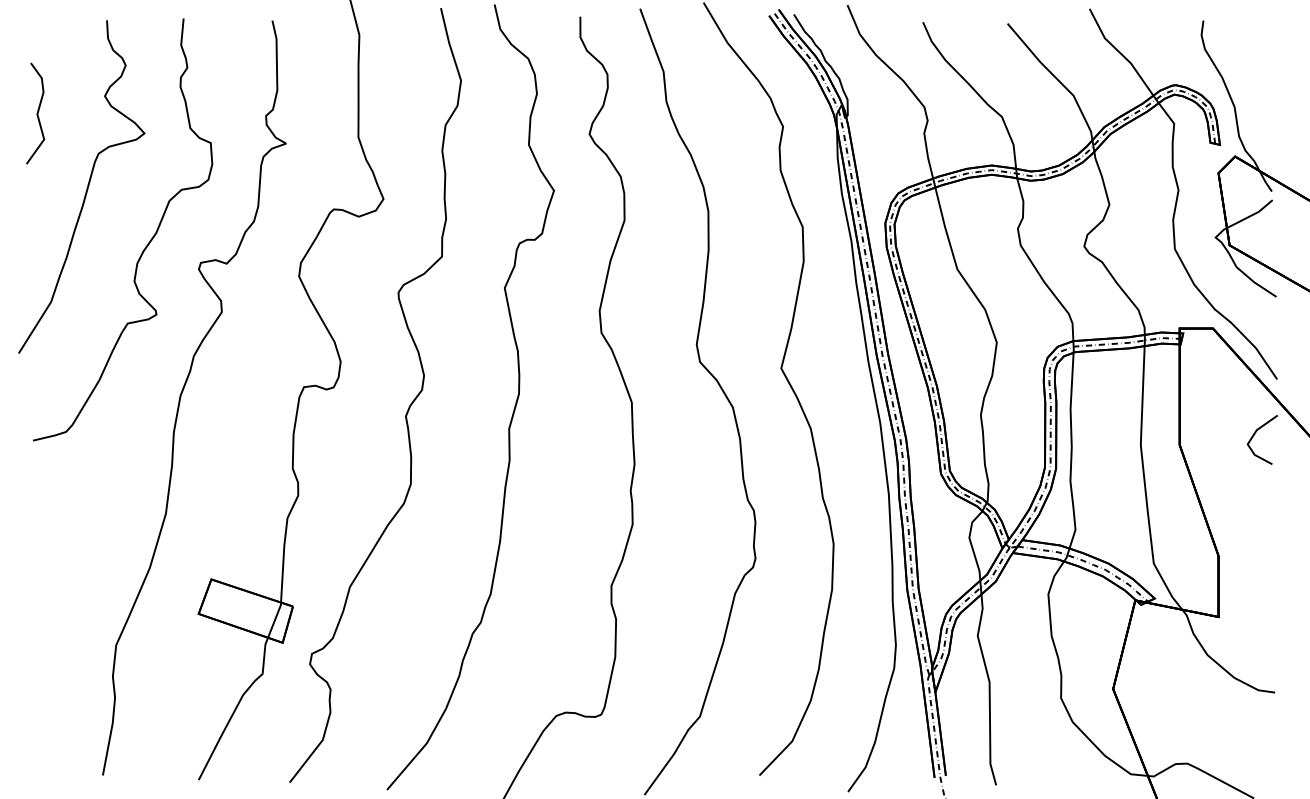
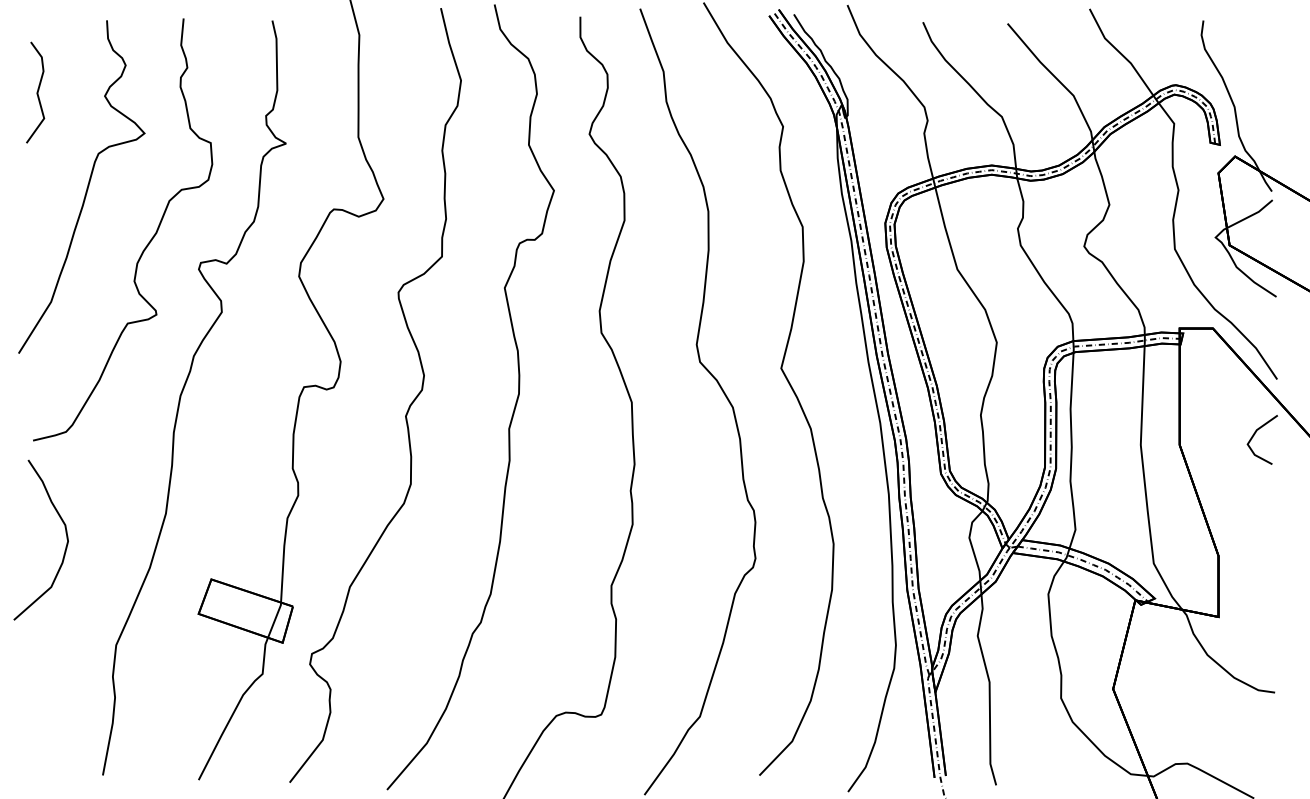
curve at (36, 113) position: (36, 113) -> (36, 92)
curve at (65, 533): none -> present
